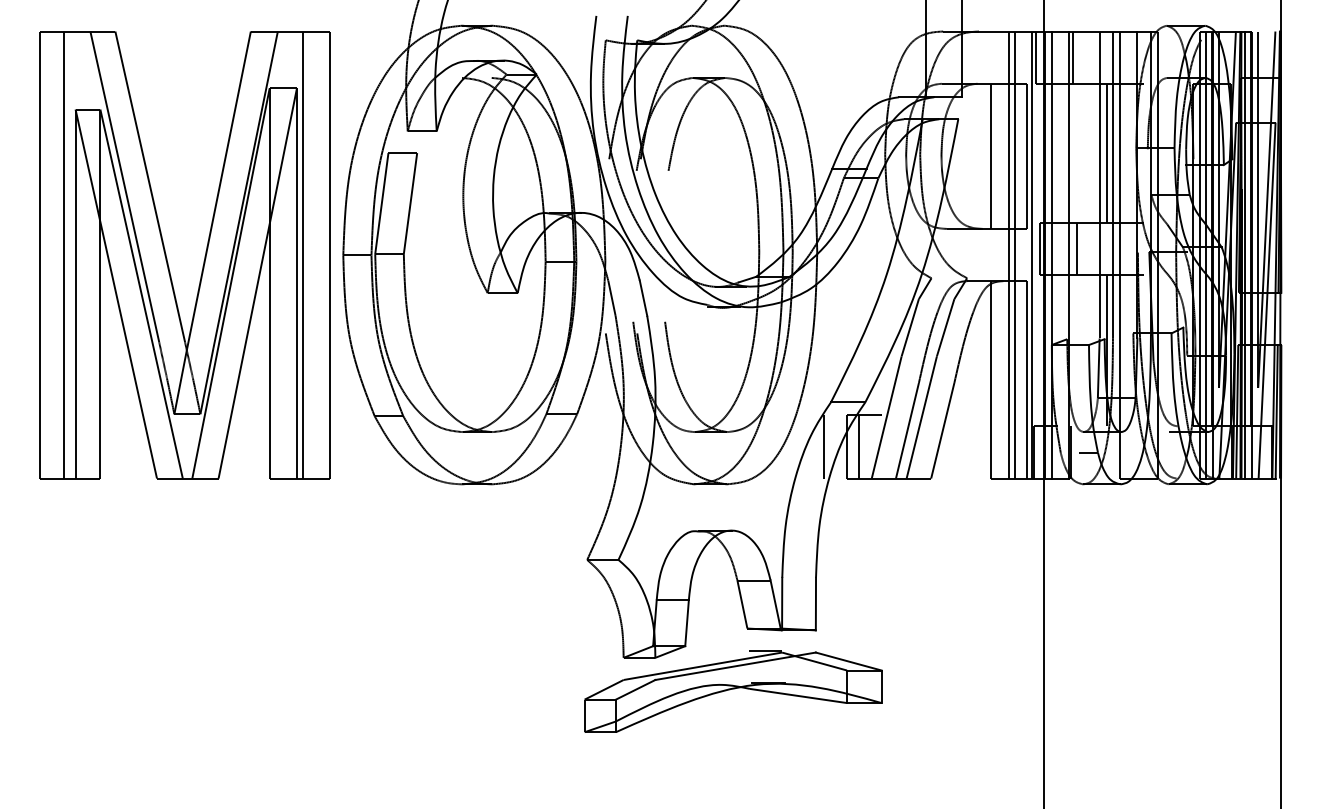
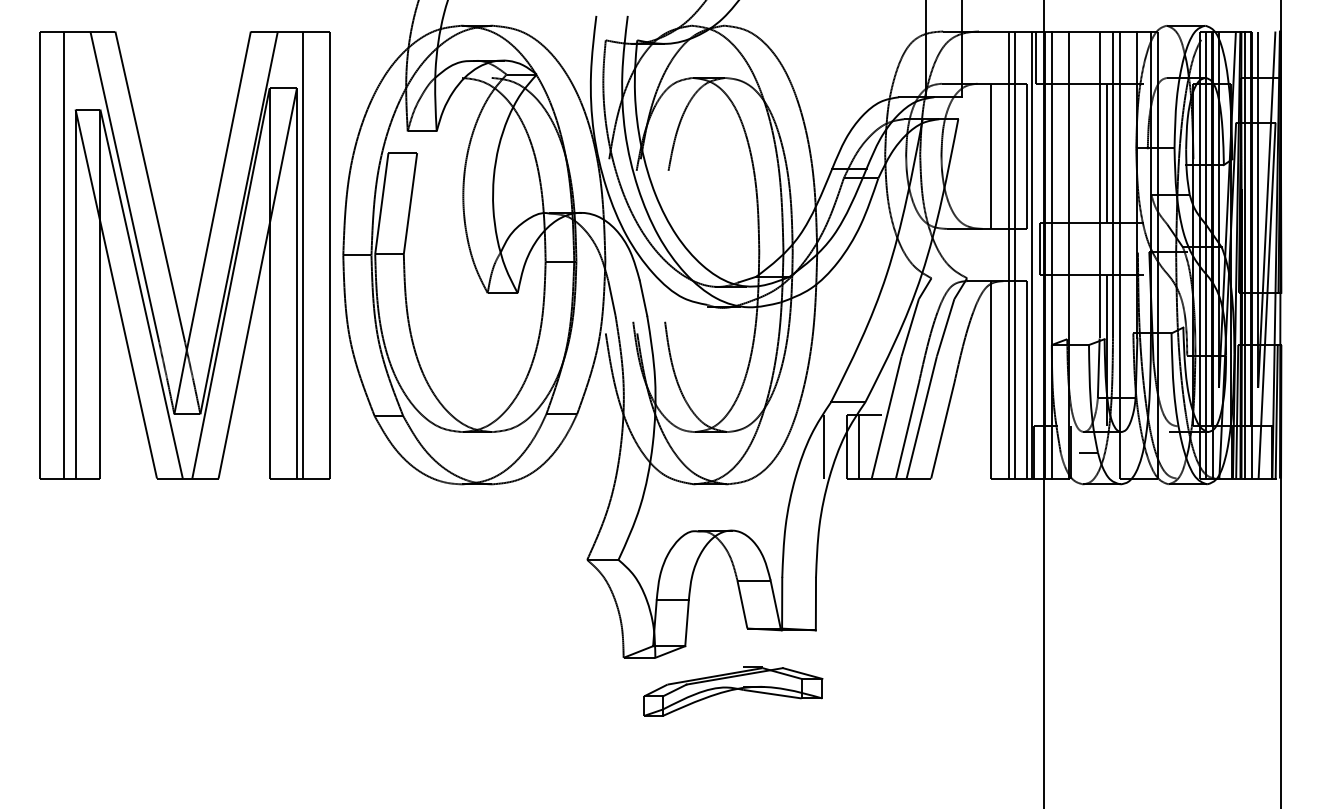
line at (1072, 57): present -> none
line at (1077, 249): present -> none
part at (733, 691) size: 299x83 px -> 181x51 px
